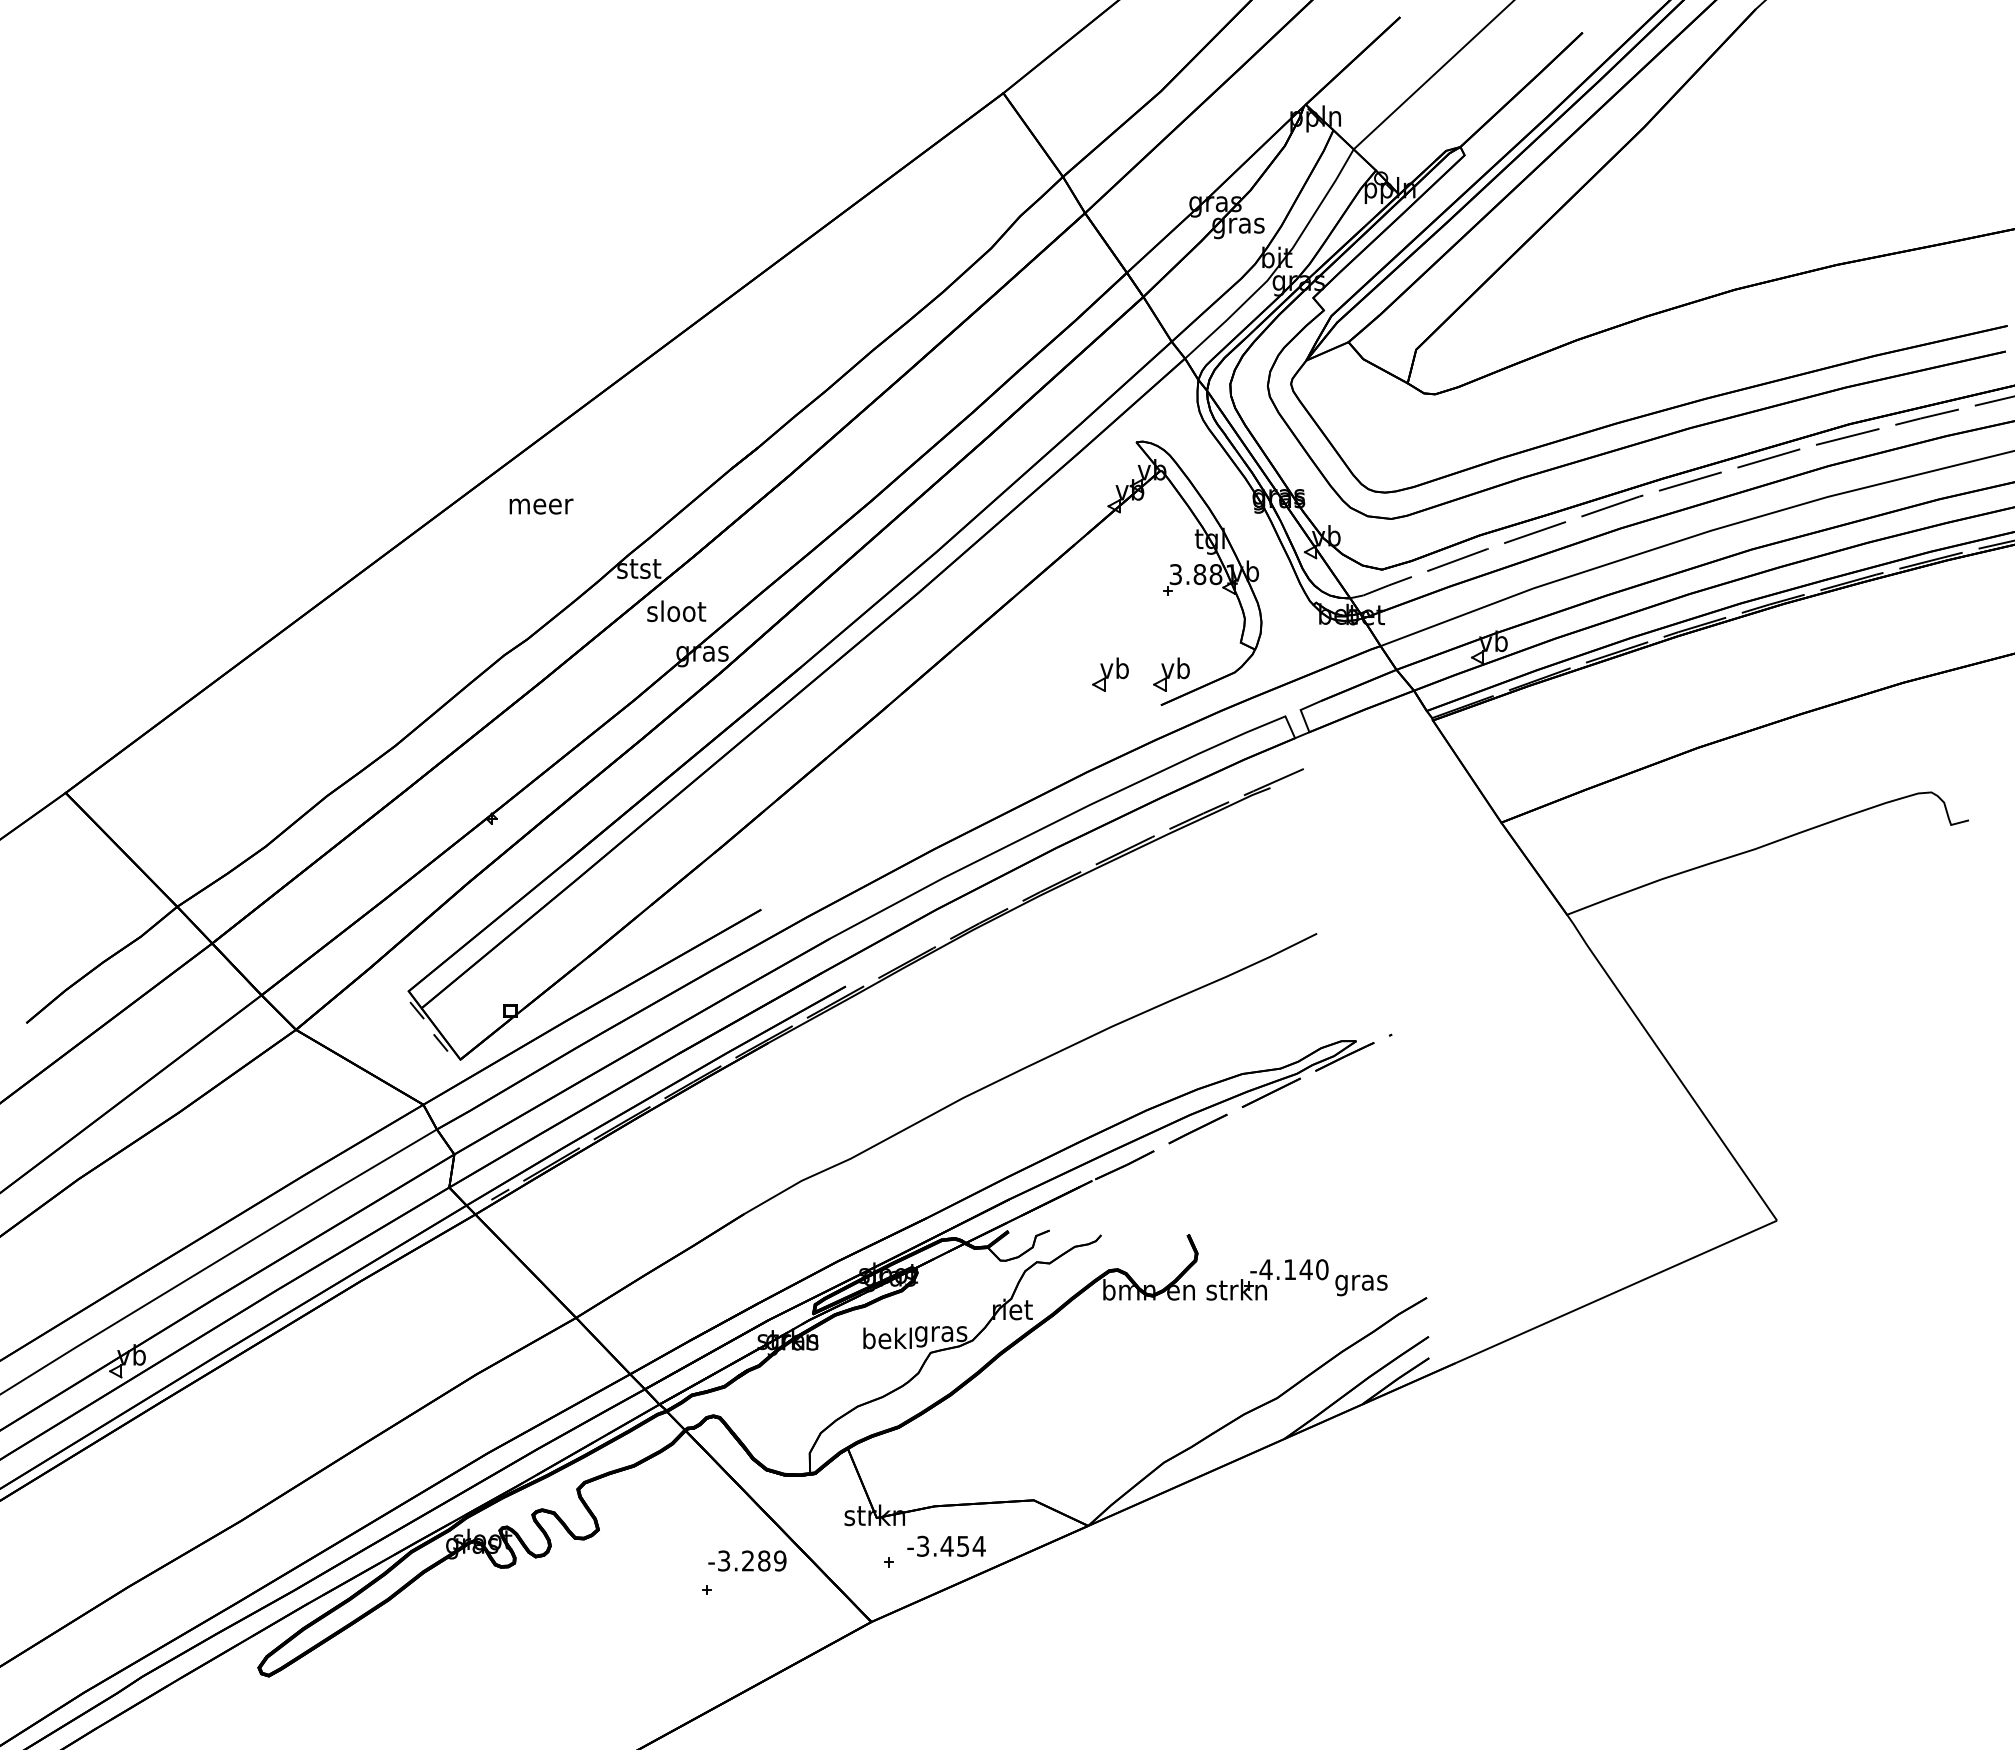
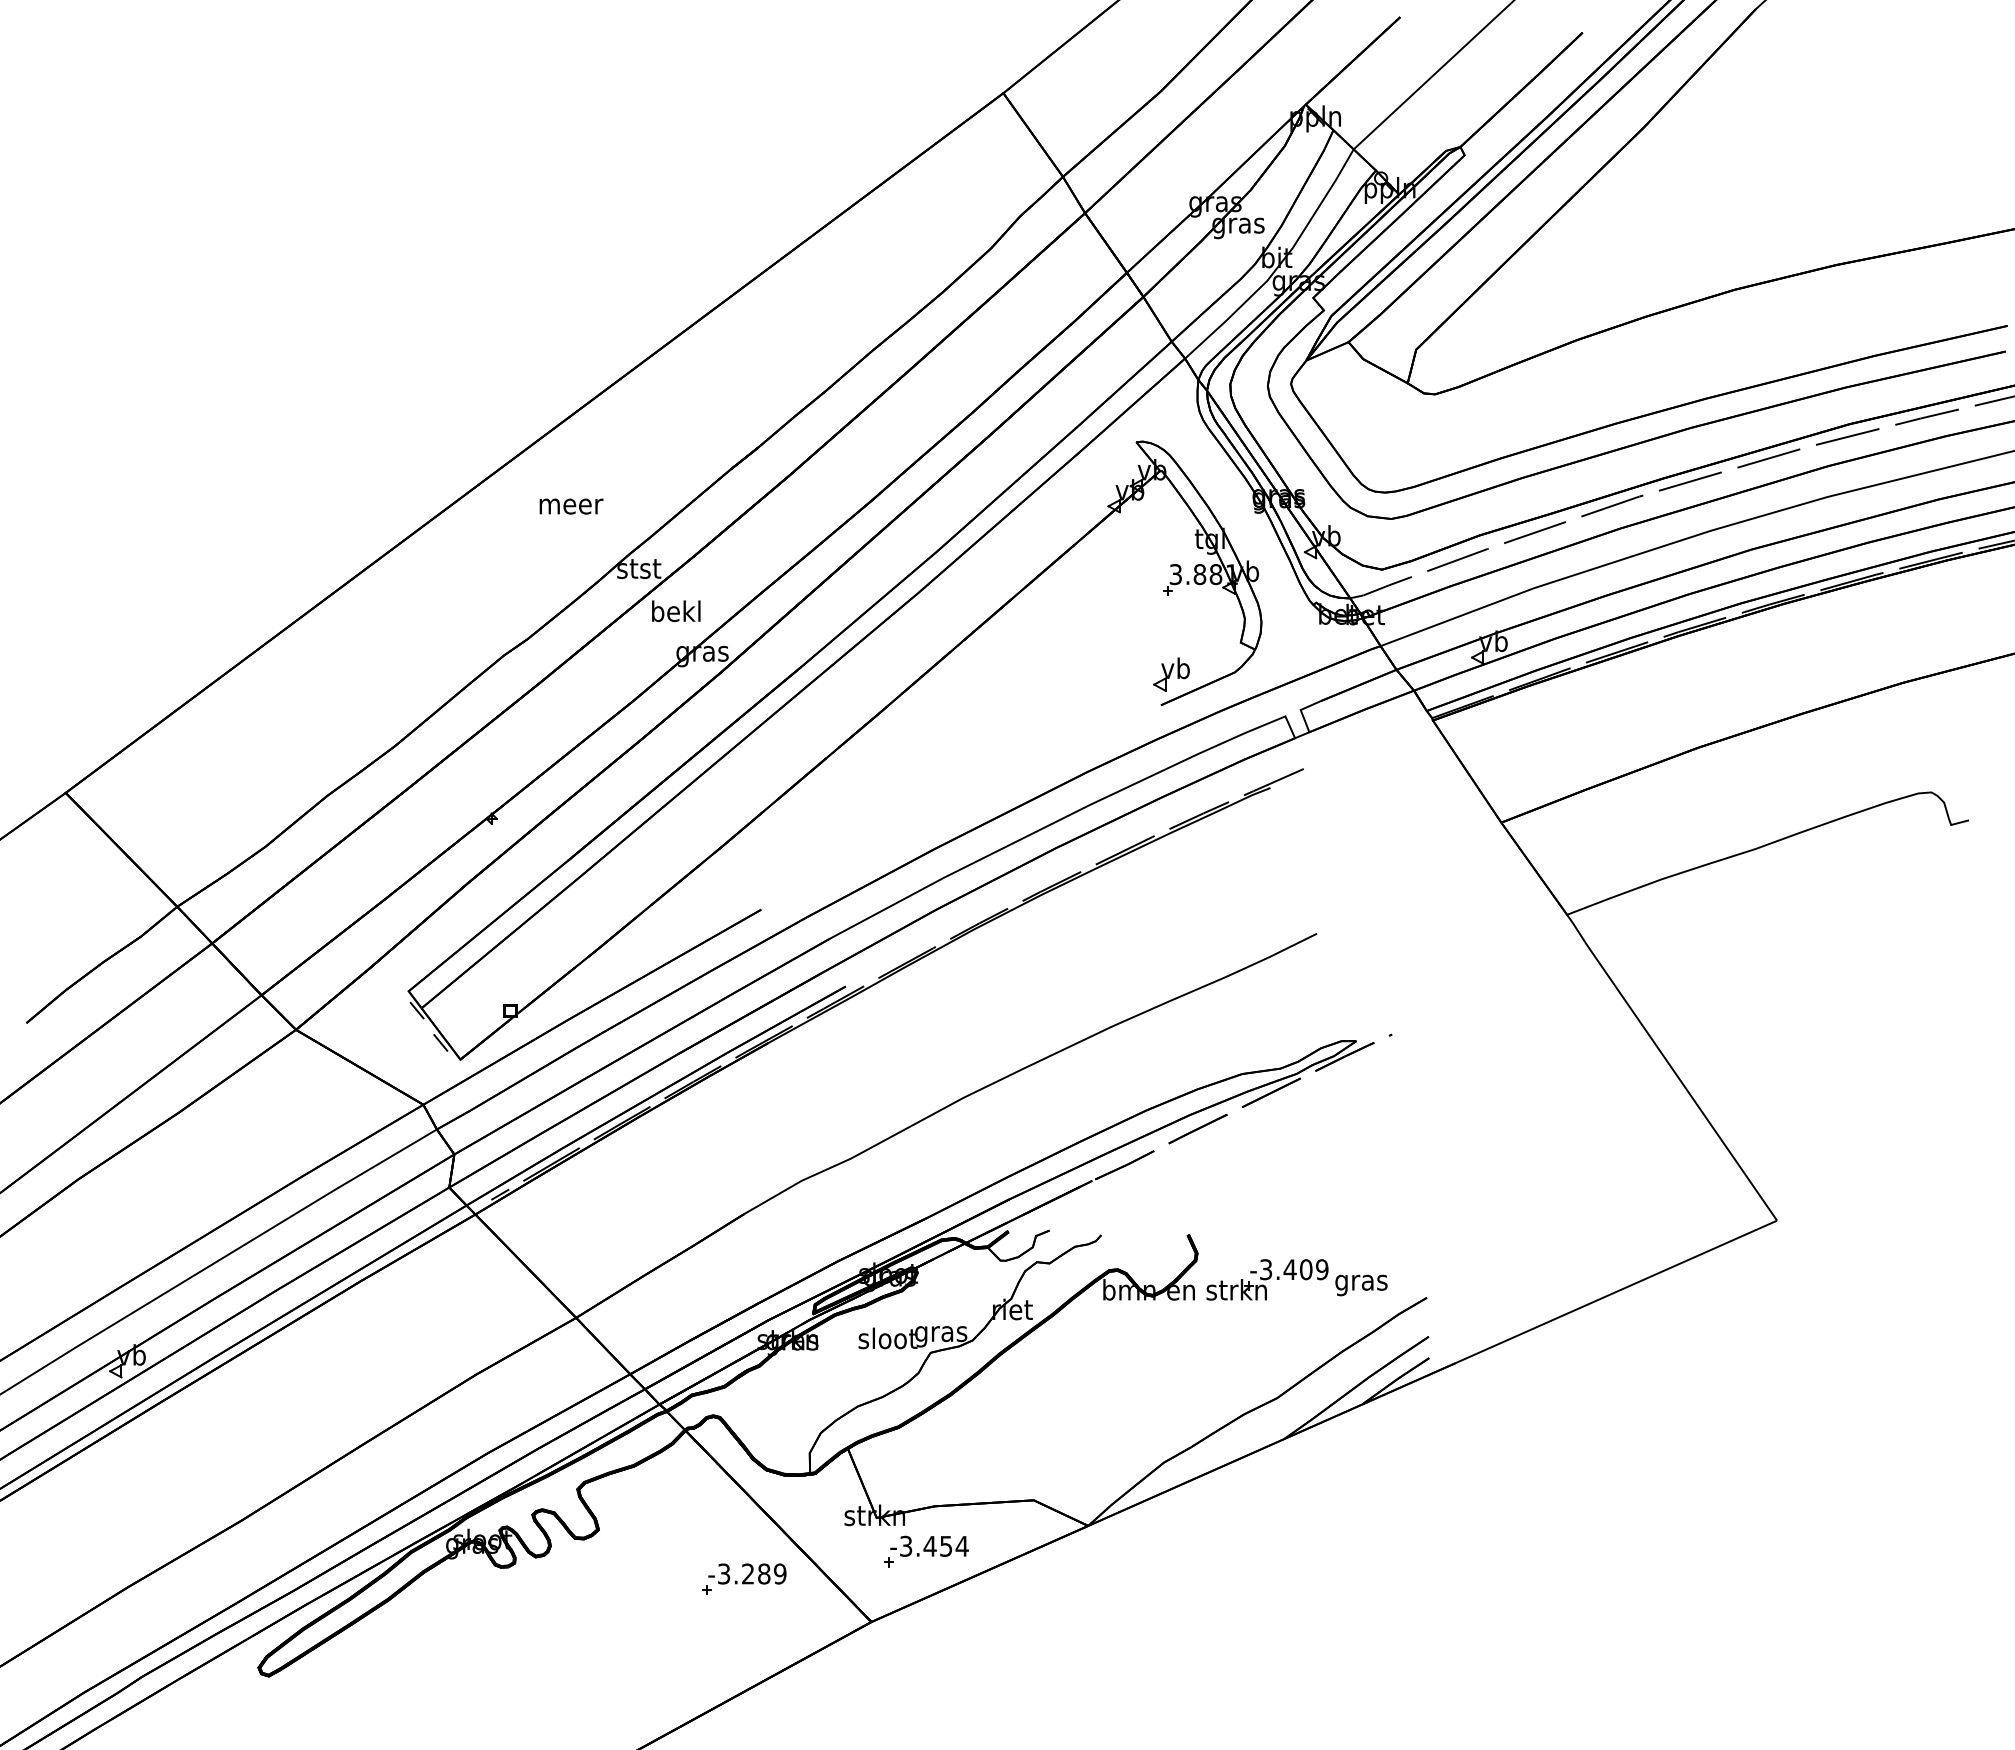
text at (541, 506) position: (541, 506) -> (571, 506)
text at (676, 611): sloot -> bekl
part at (1110, 674): present -> none
text at (1293, 1269): -4.140 -> -3.409
text at (887, 1338): bekl -> sloot
text at (946, 1545) position: (946, 1545) -> (929, 1545)
text at (747, 1560) position: (747, 1560) -> (747, 1573)
